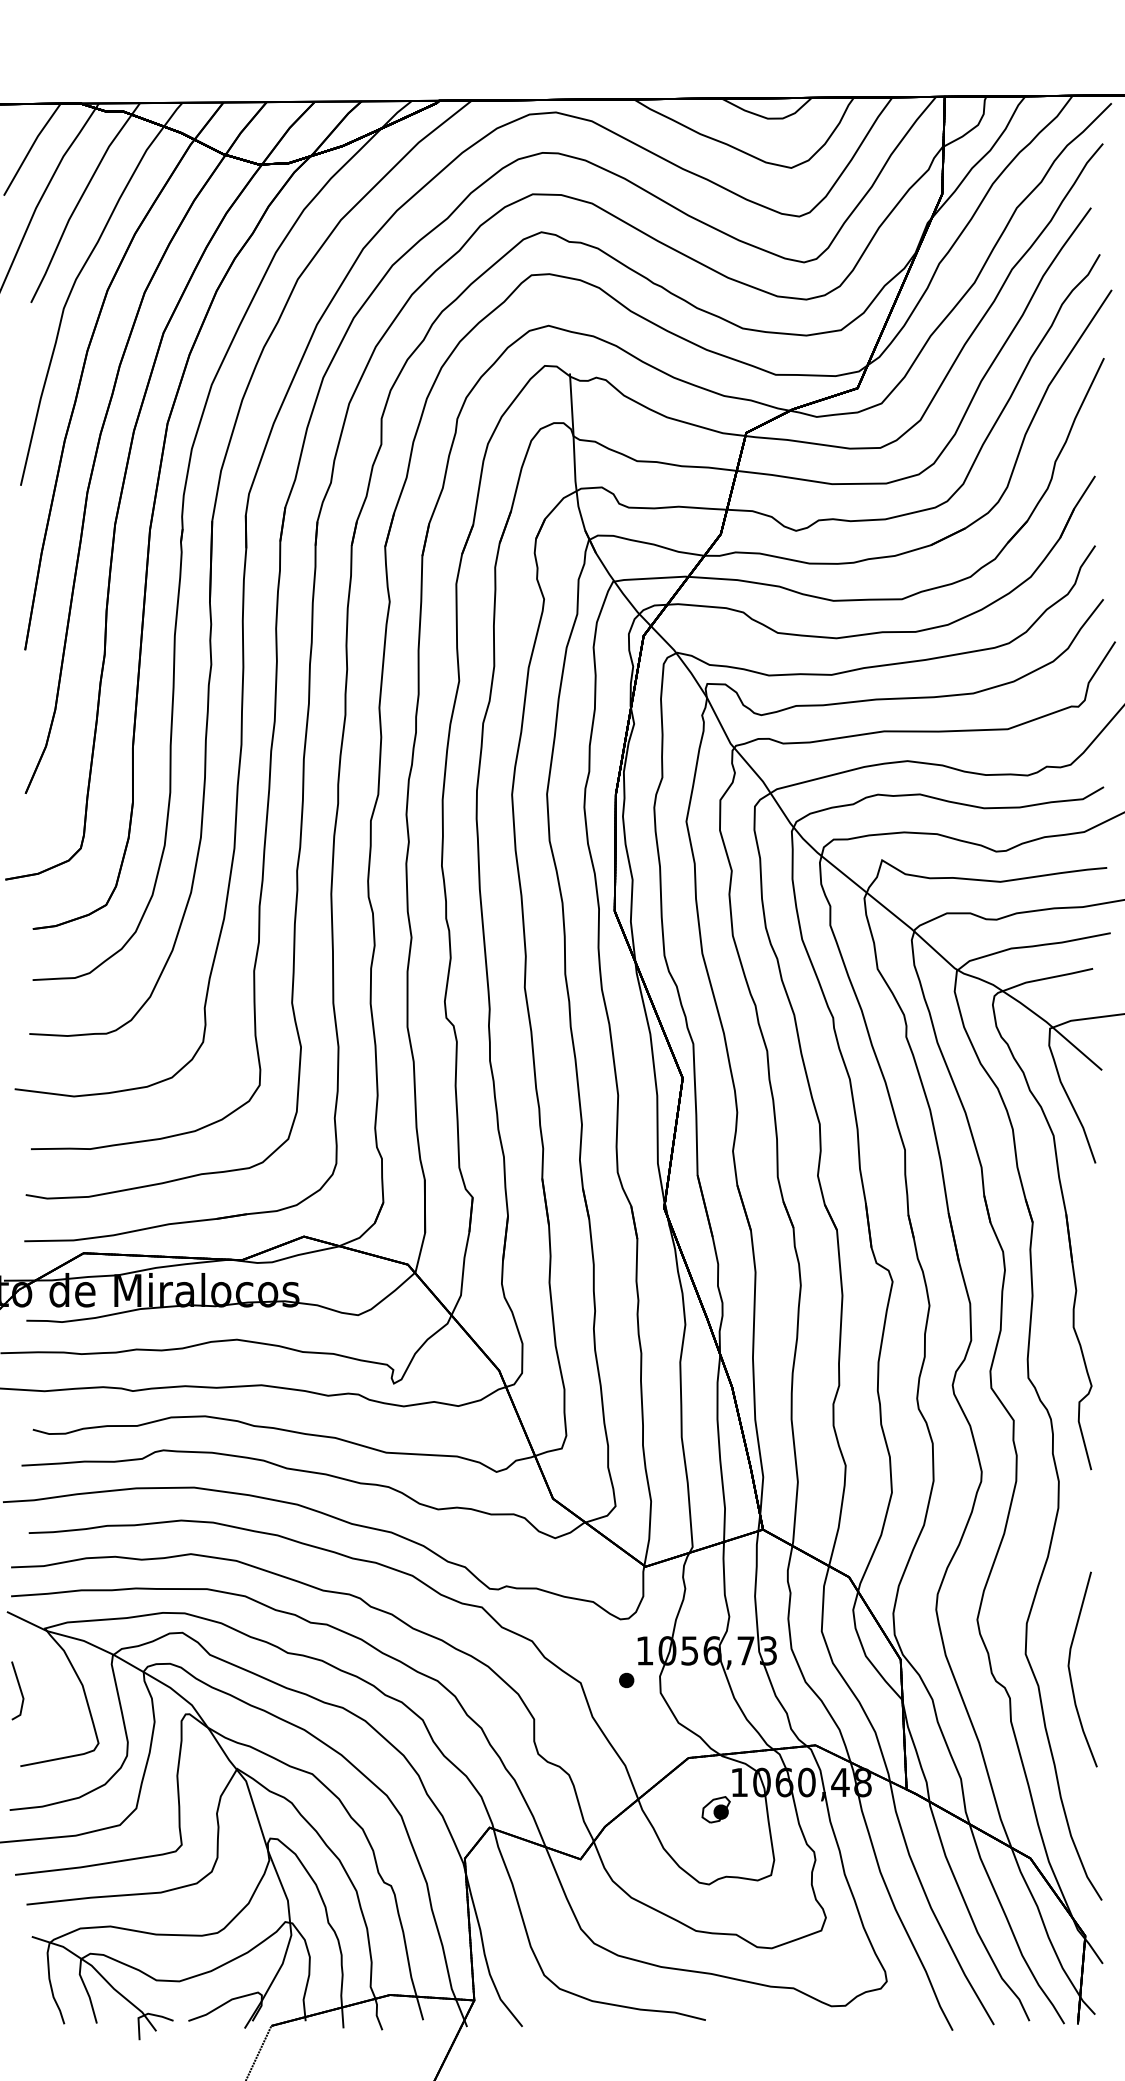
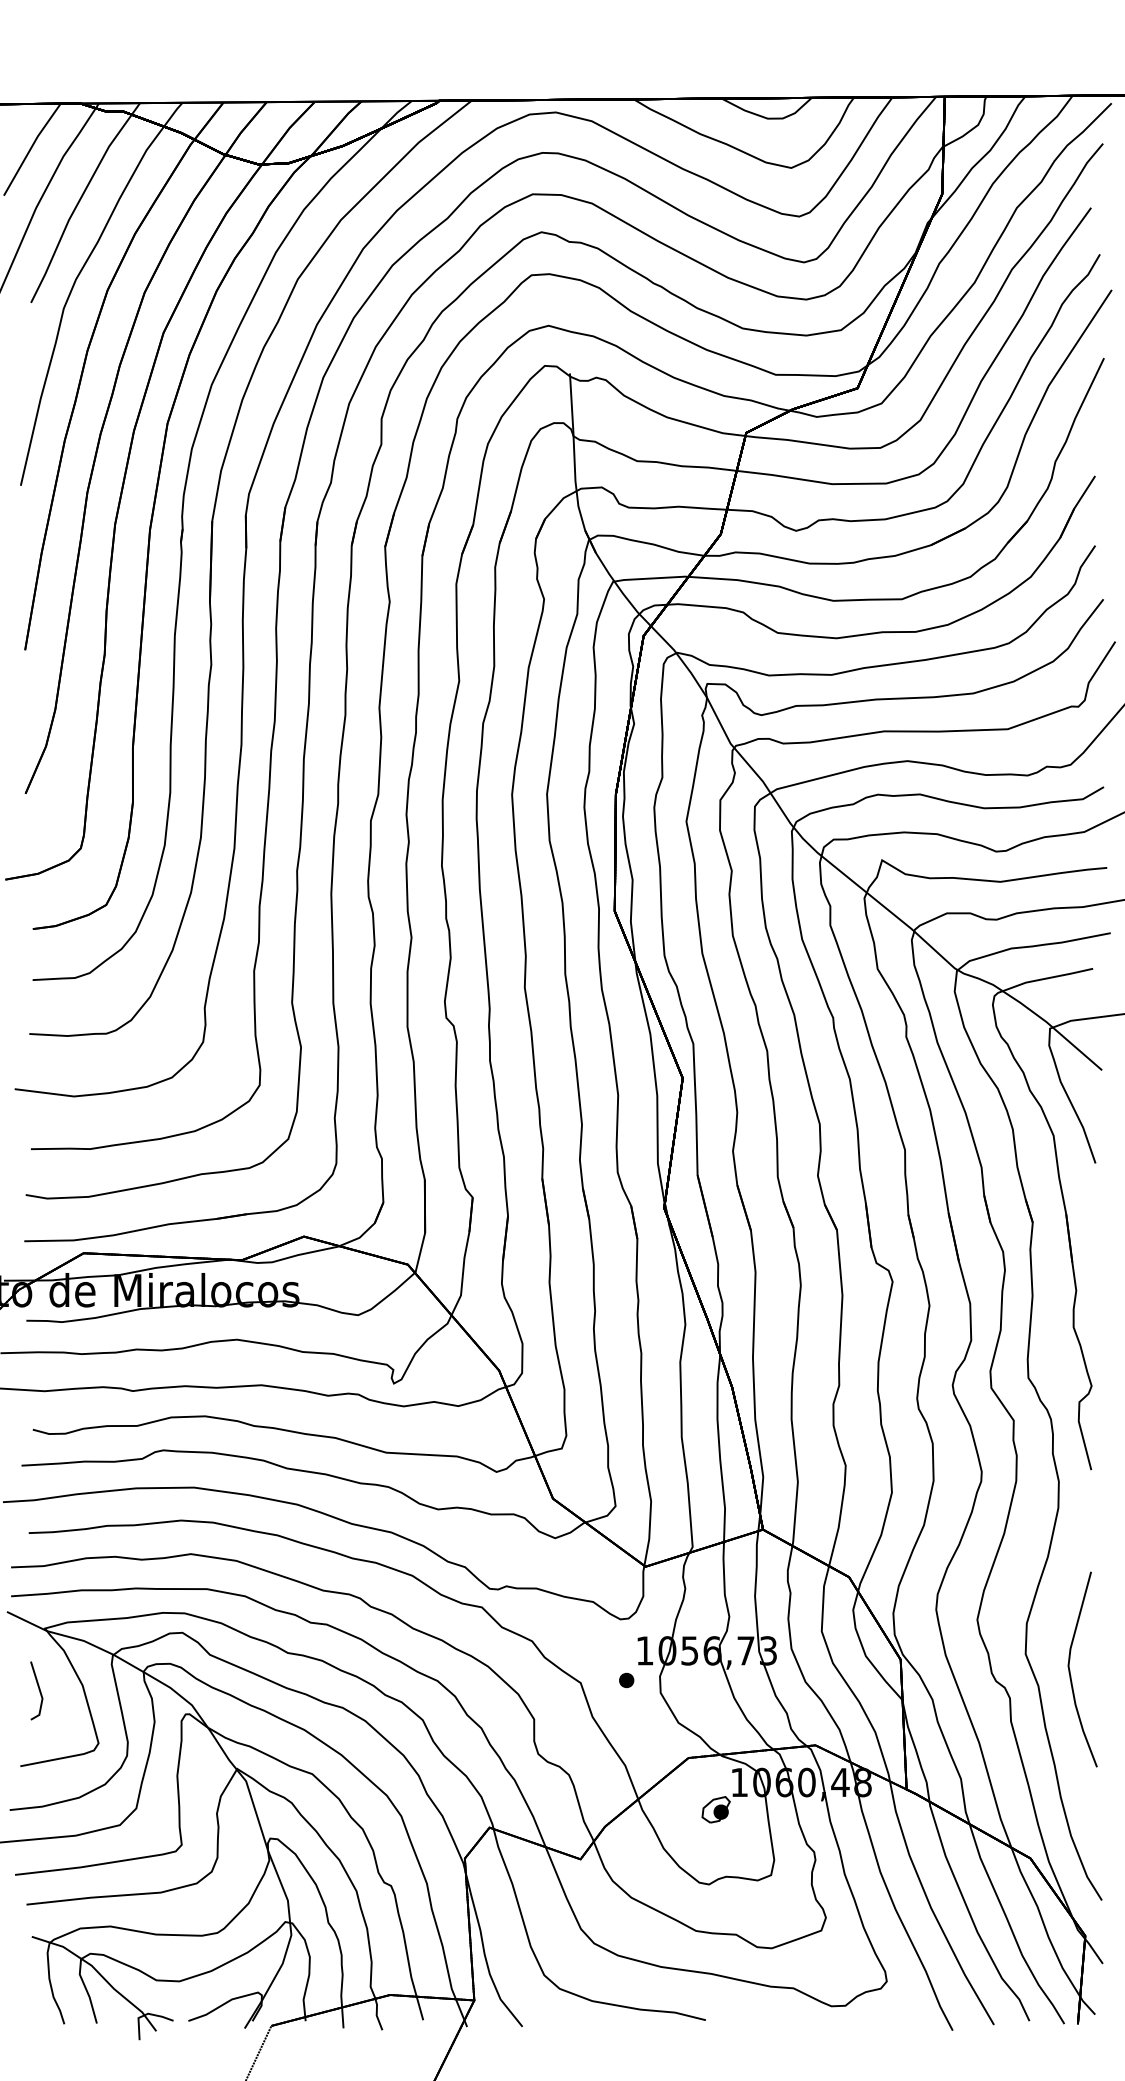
line at (19, 1689) position: (19, 1689) -> (38, 1689)
